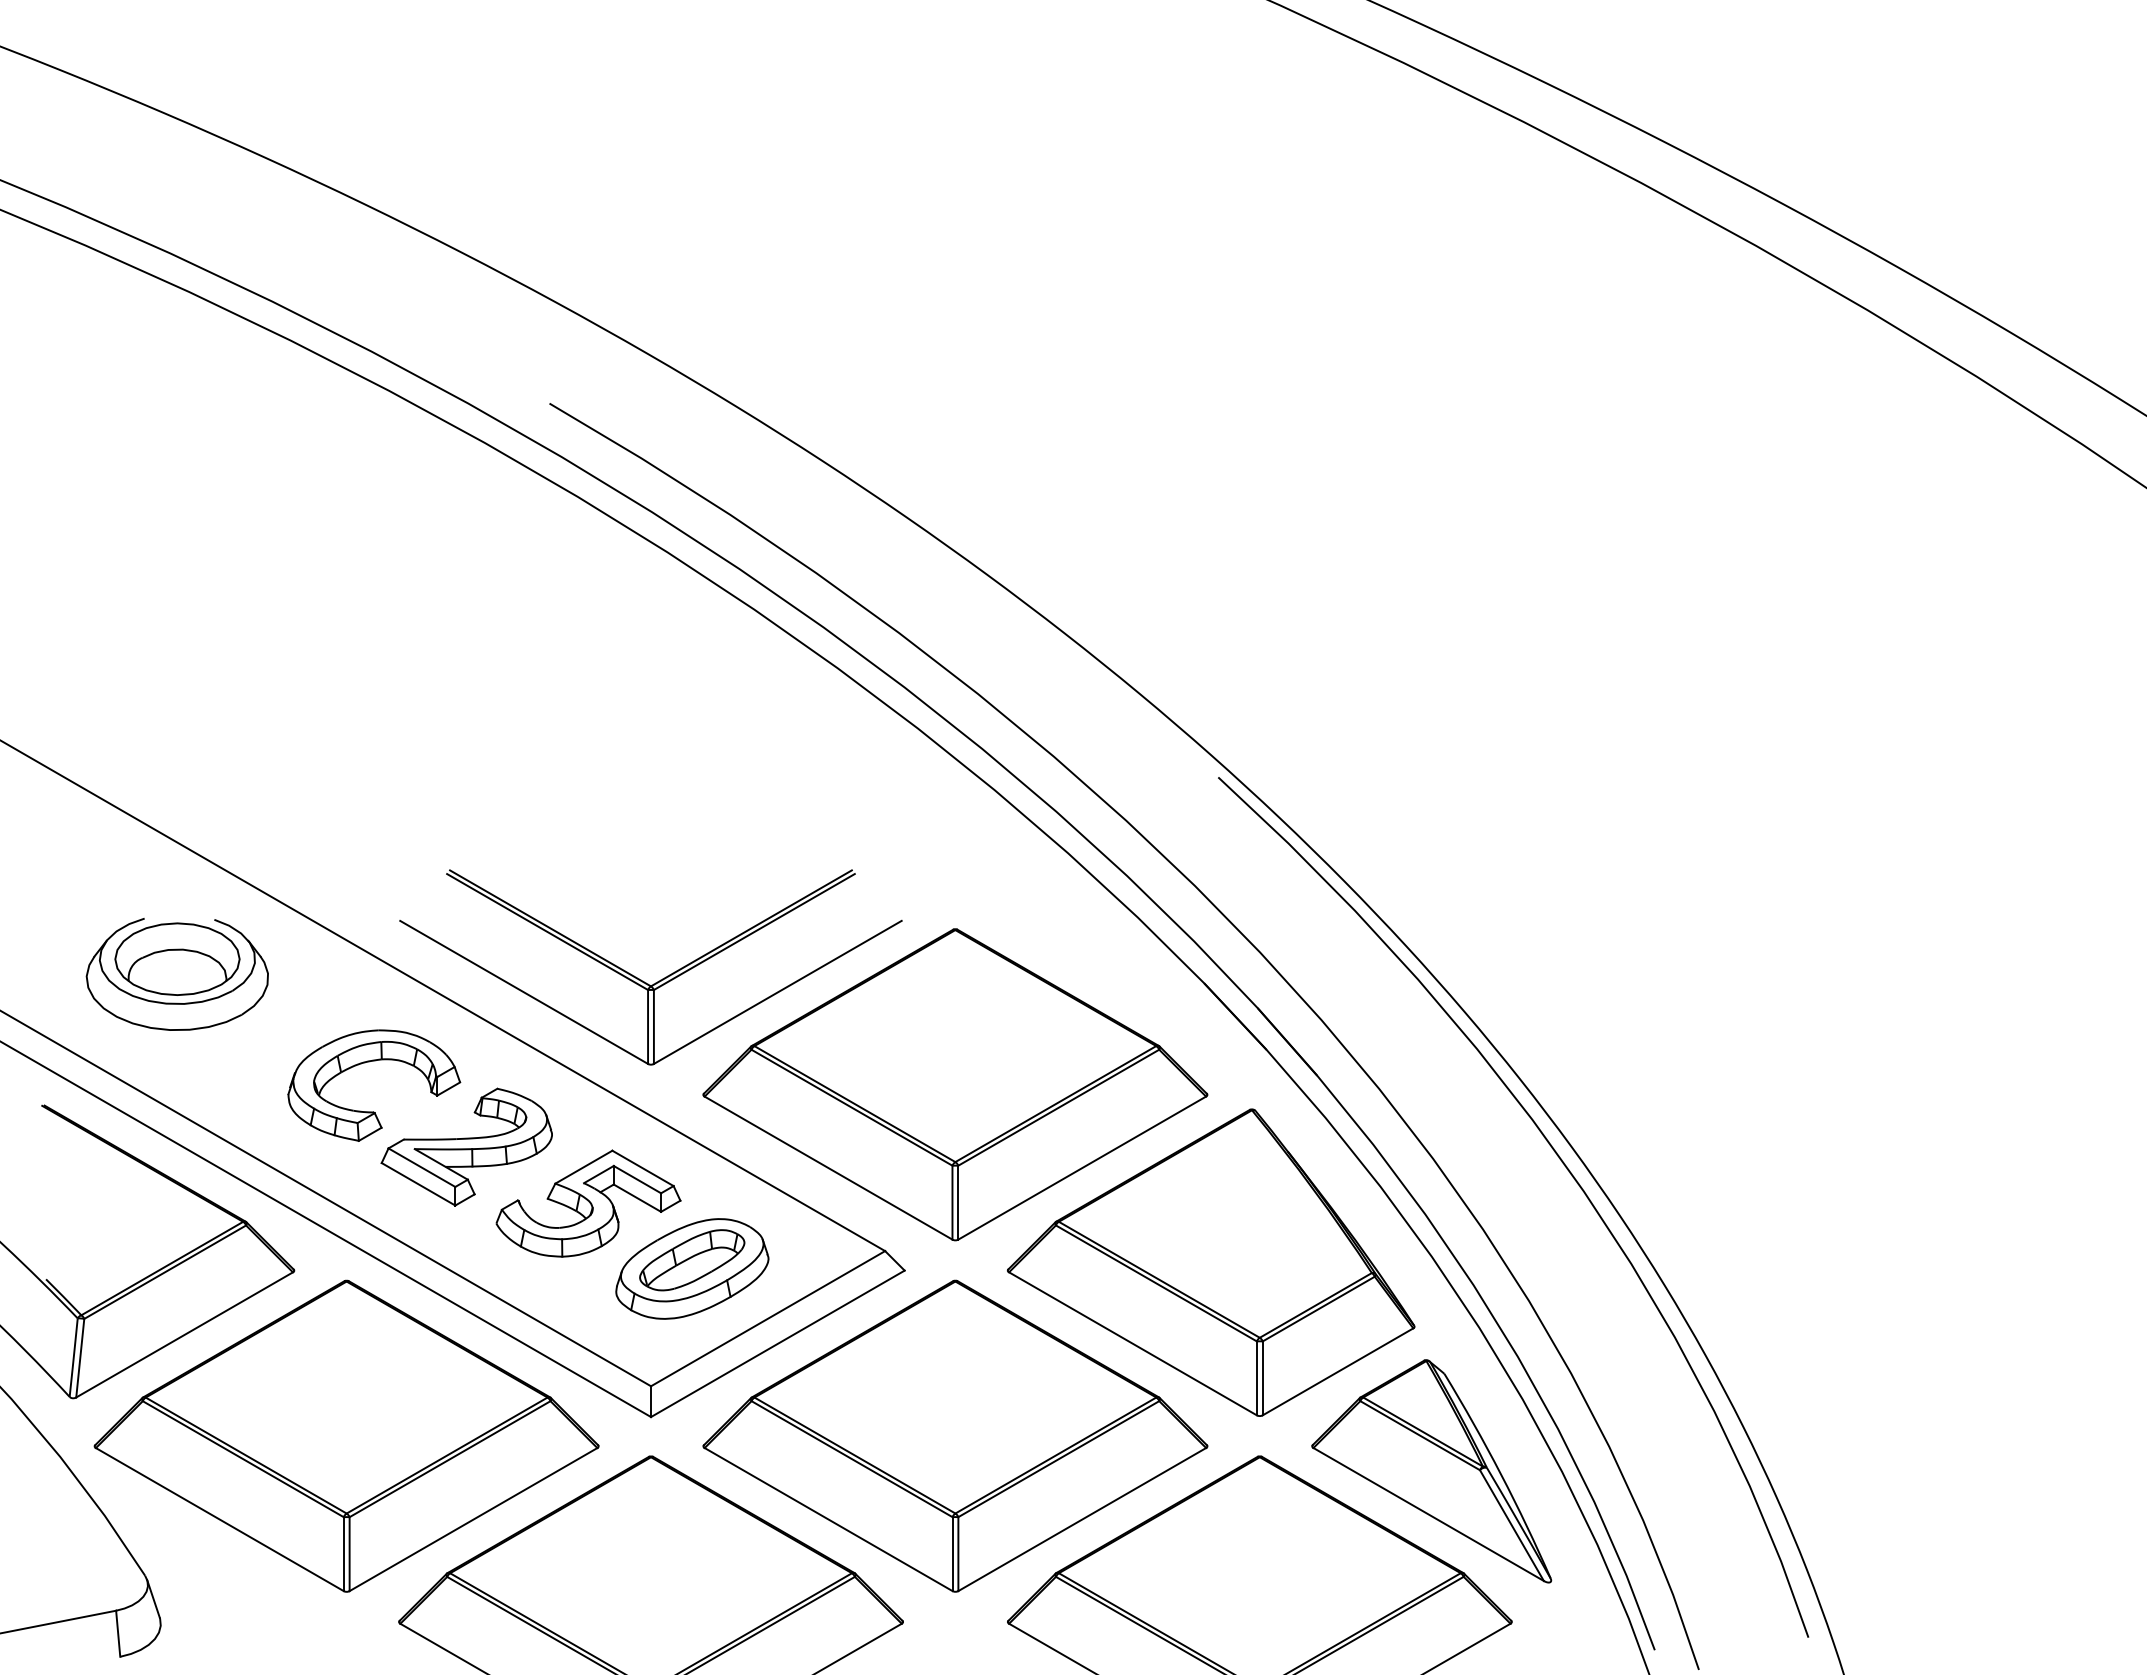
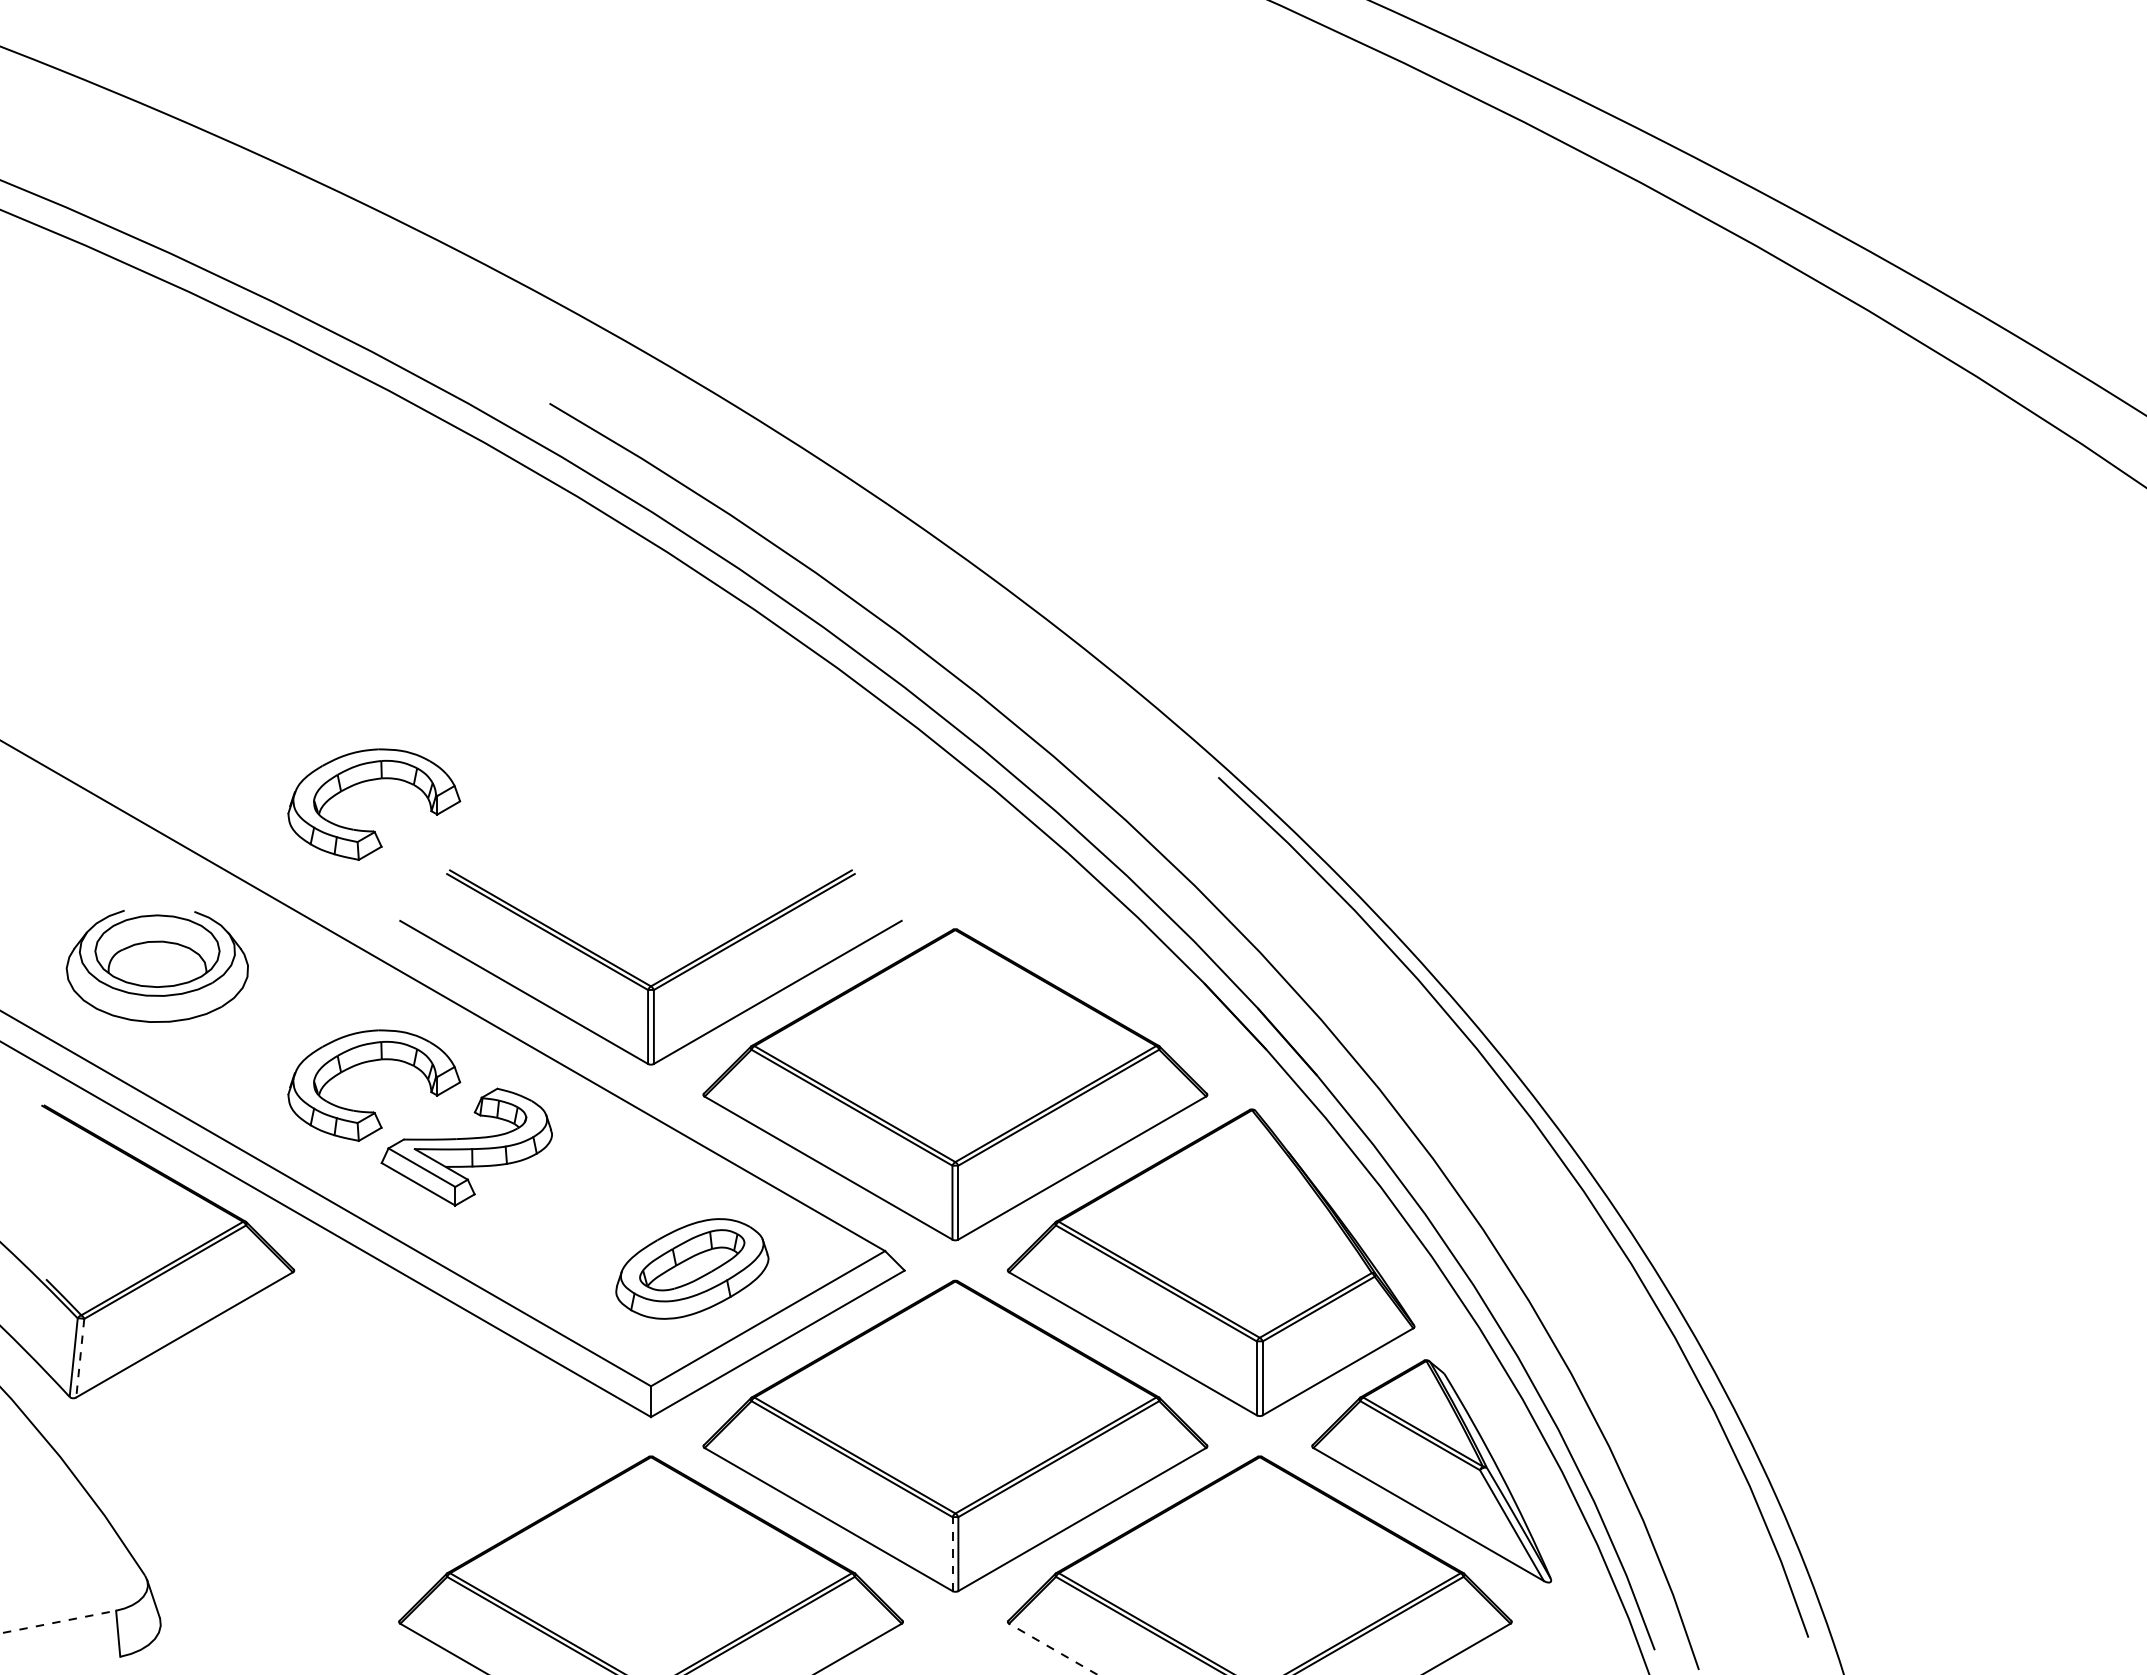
part at (369, 781): none -> present
part at (176, 974) position: (176, 974) -> (156, 966)
part at (588, 1203): present -> none
line at (80, 1358): solid -> dashed
part at (346, 1435): present -> none
line at (952, 1554): solid -> dashed
line at (58, 1622): solid -> dashed
line at (1053, 1649): solid -> dashed
